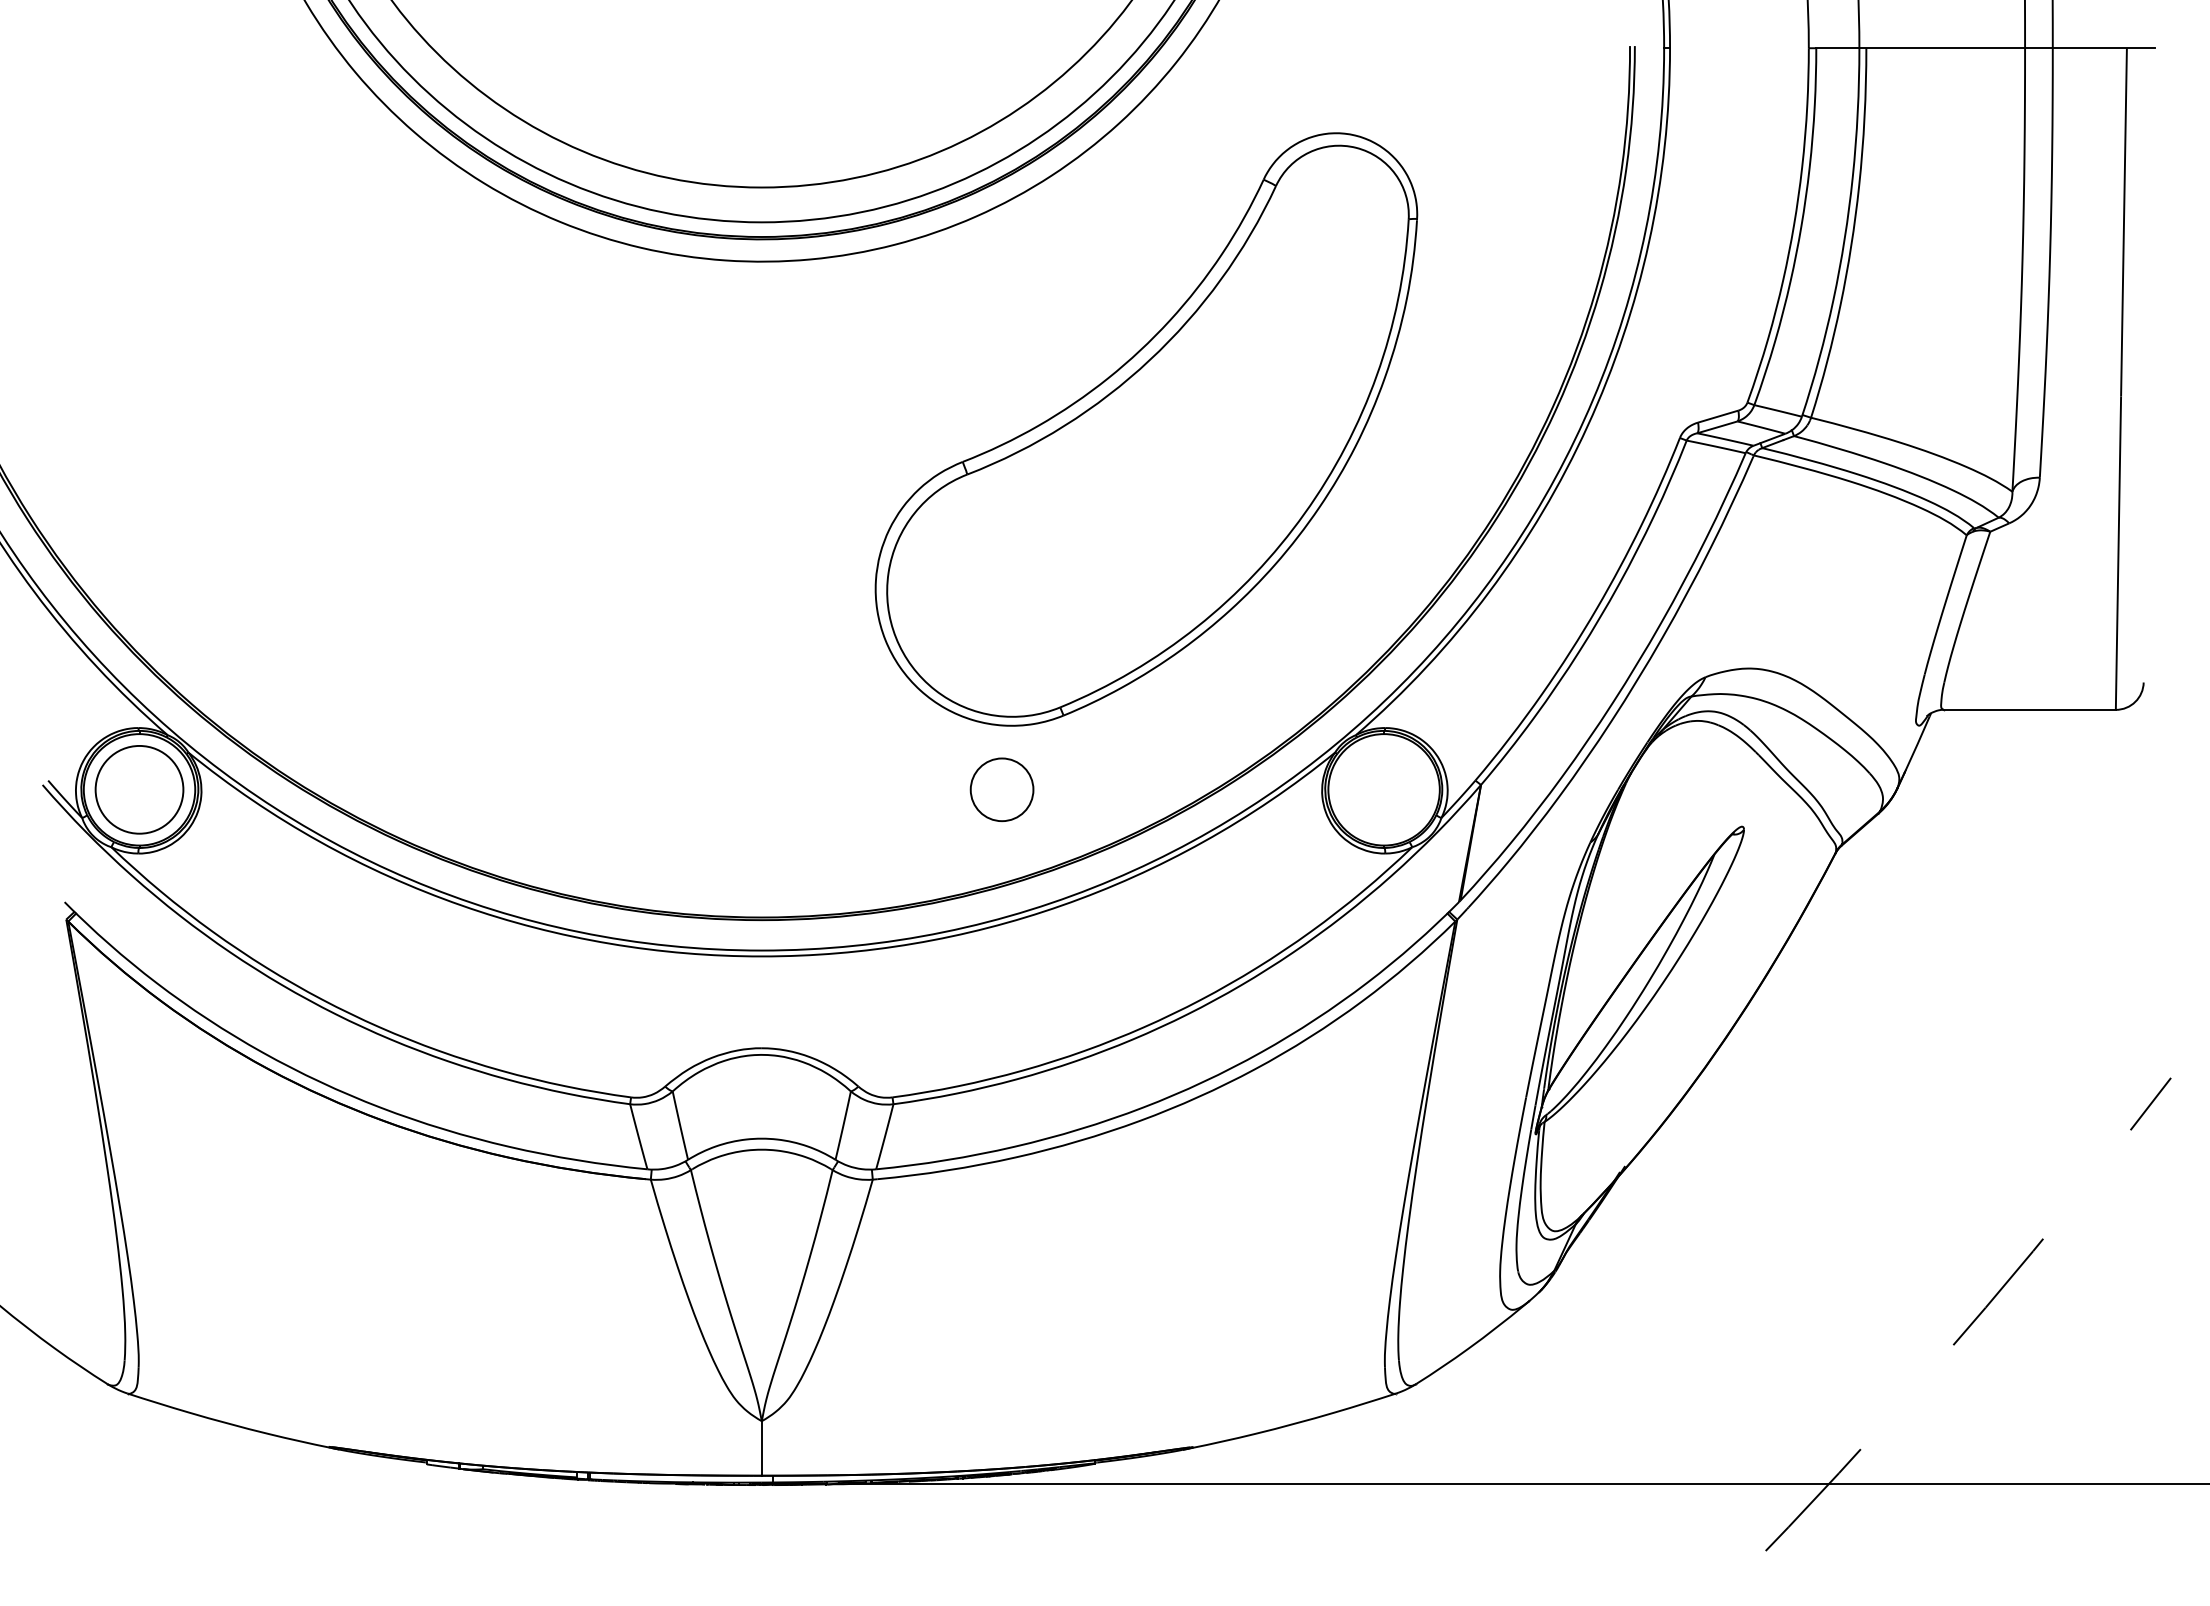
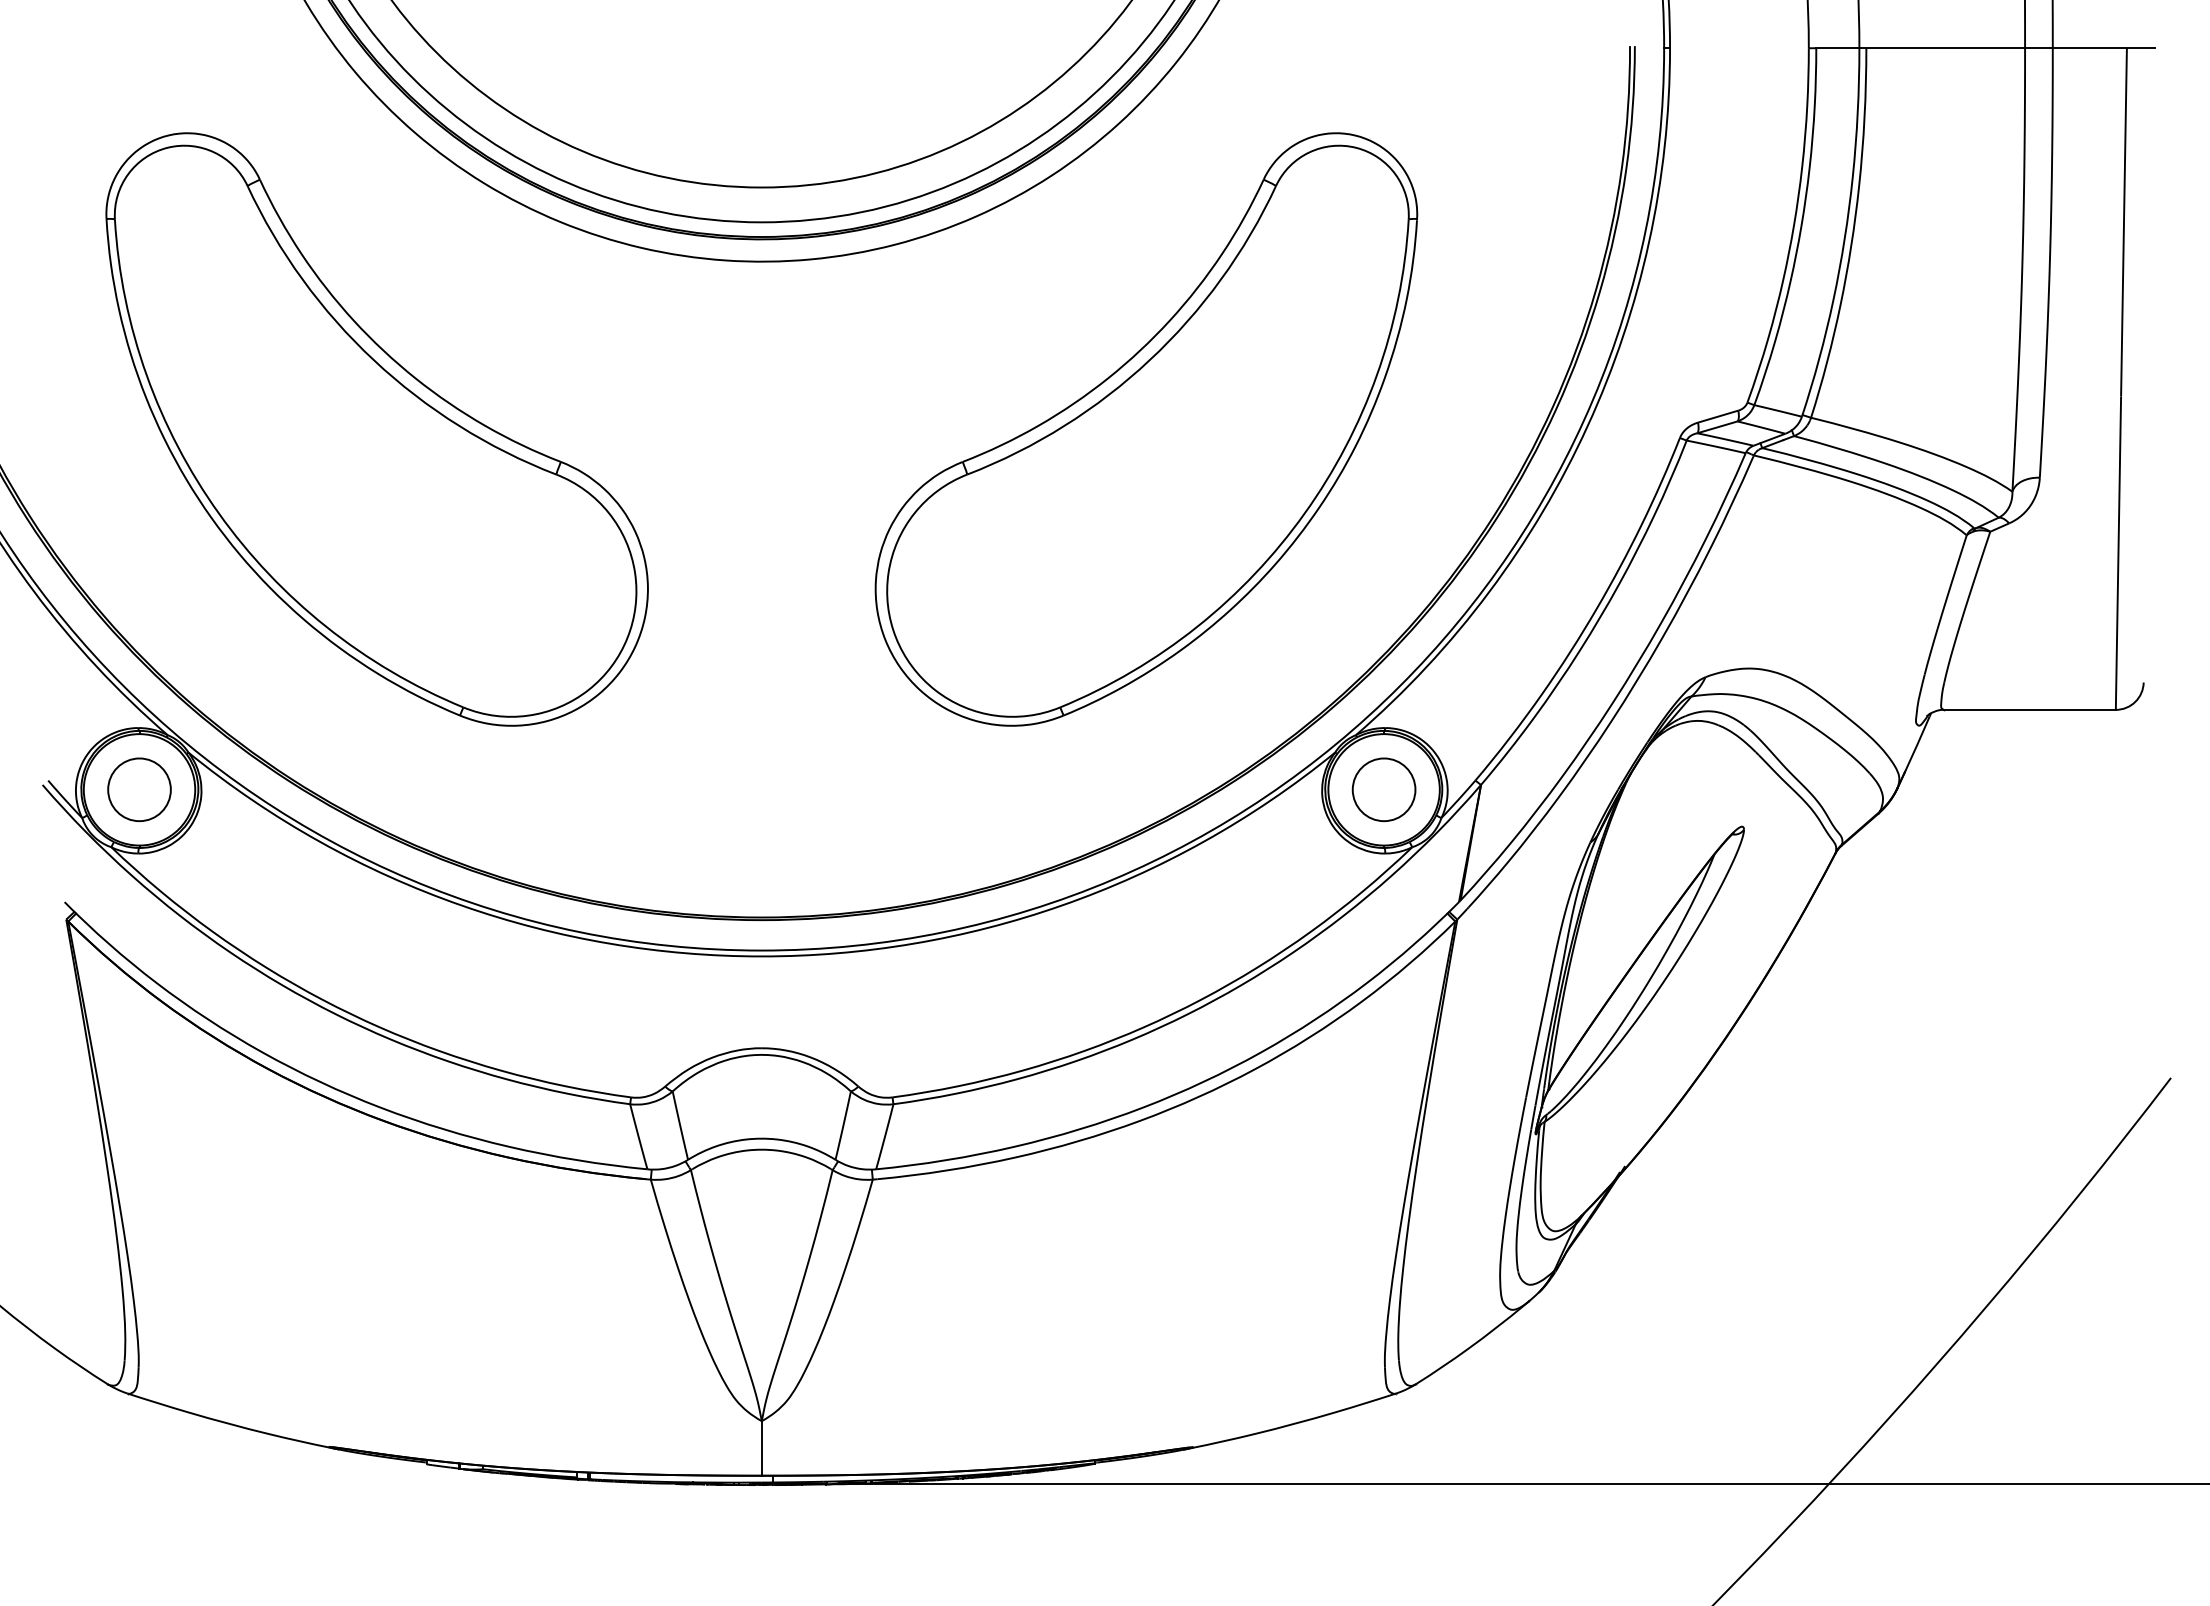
part at (376, 429): none -> present
circle at (139, 789) diameter: 88 px -> 63 px
circle at (1001, 789) position: (1001, 789) -> (1383, 789)
arc at (1949, 1349): dashed -> solid
